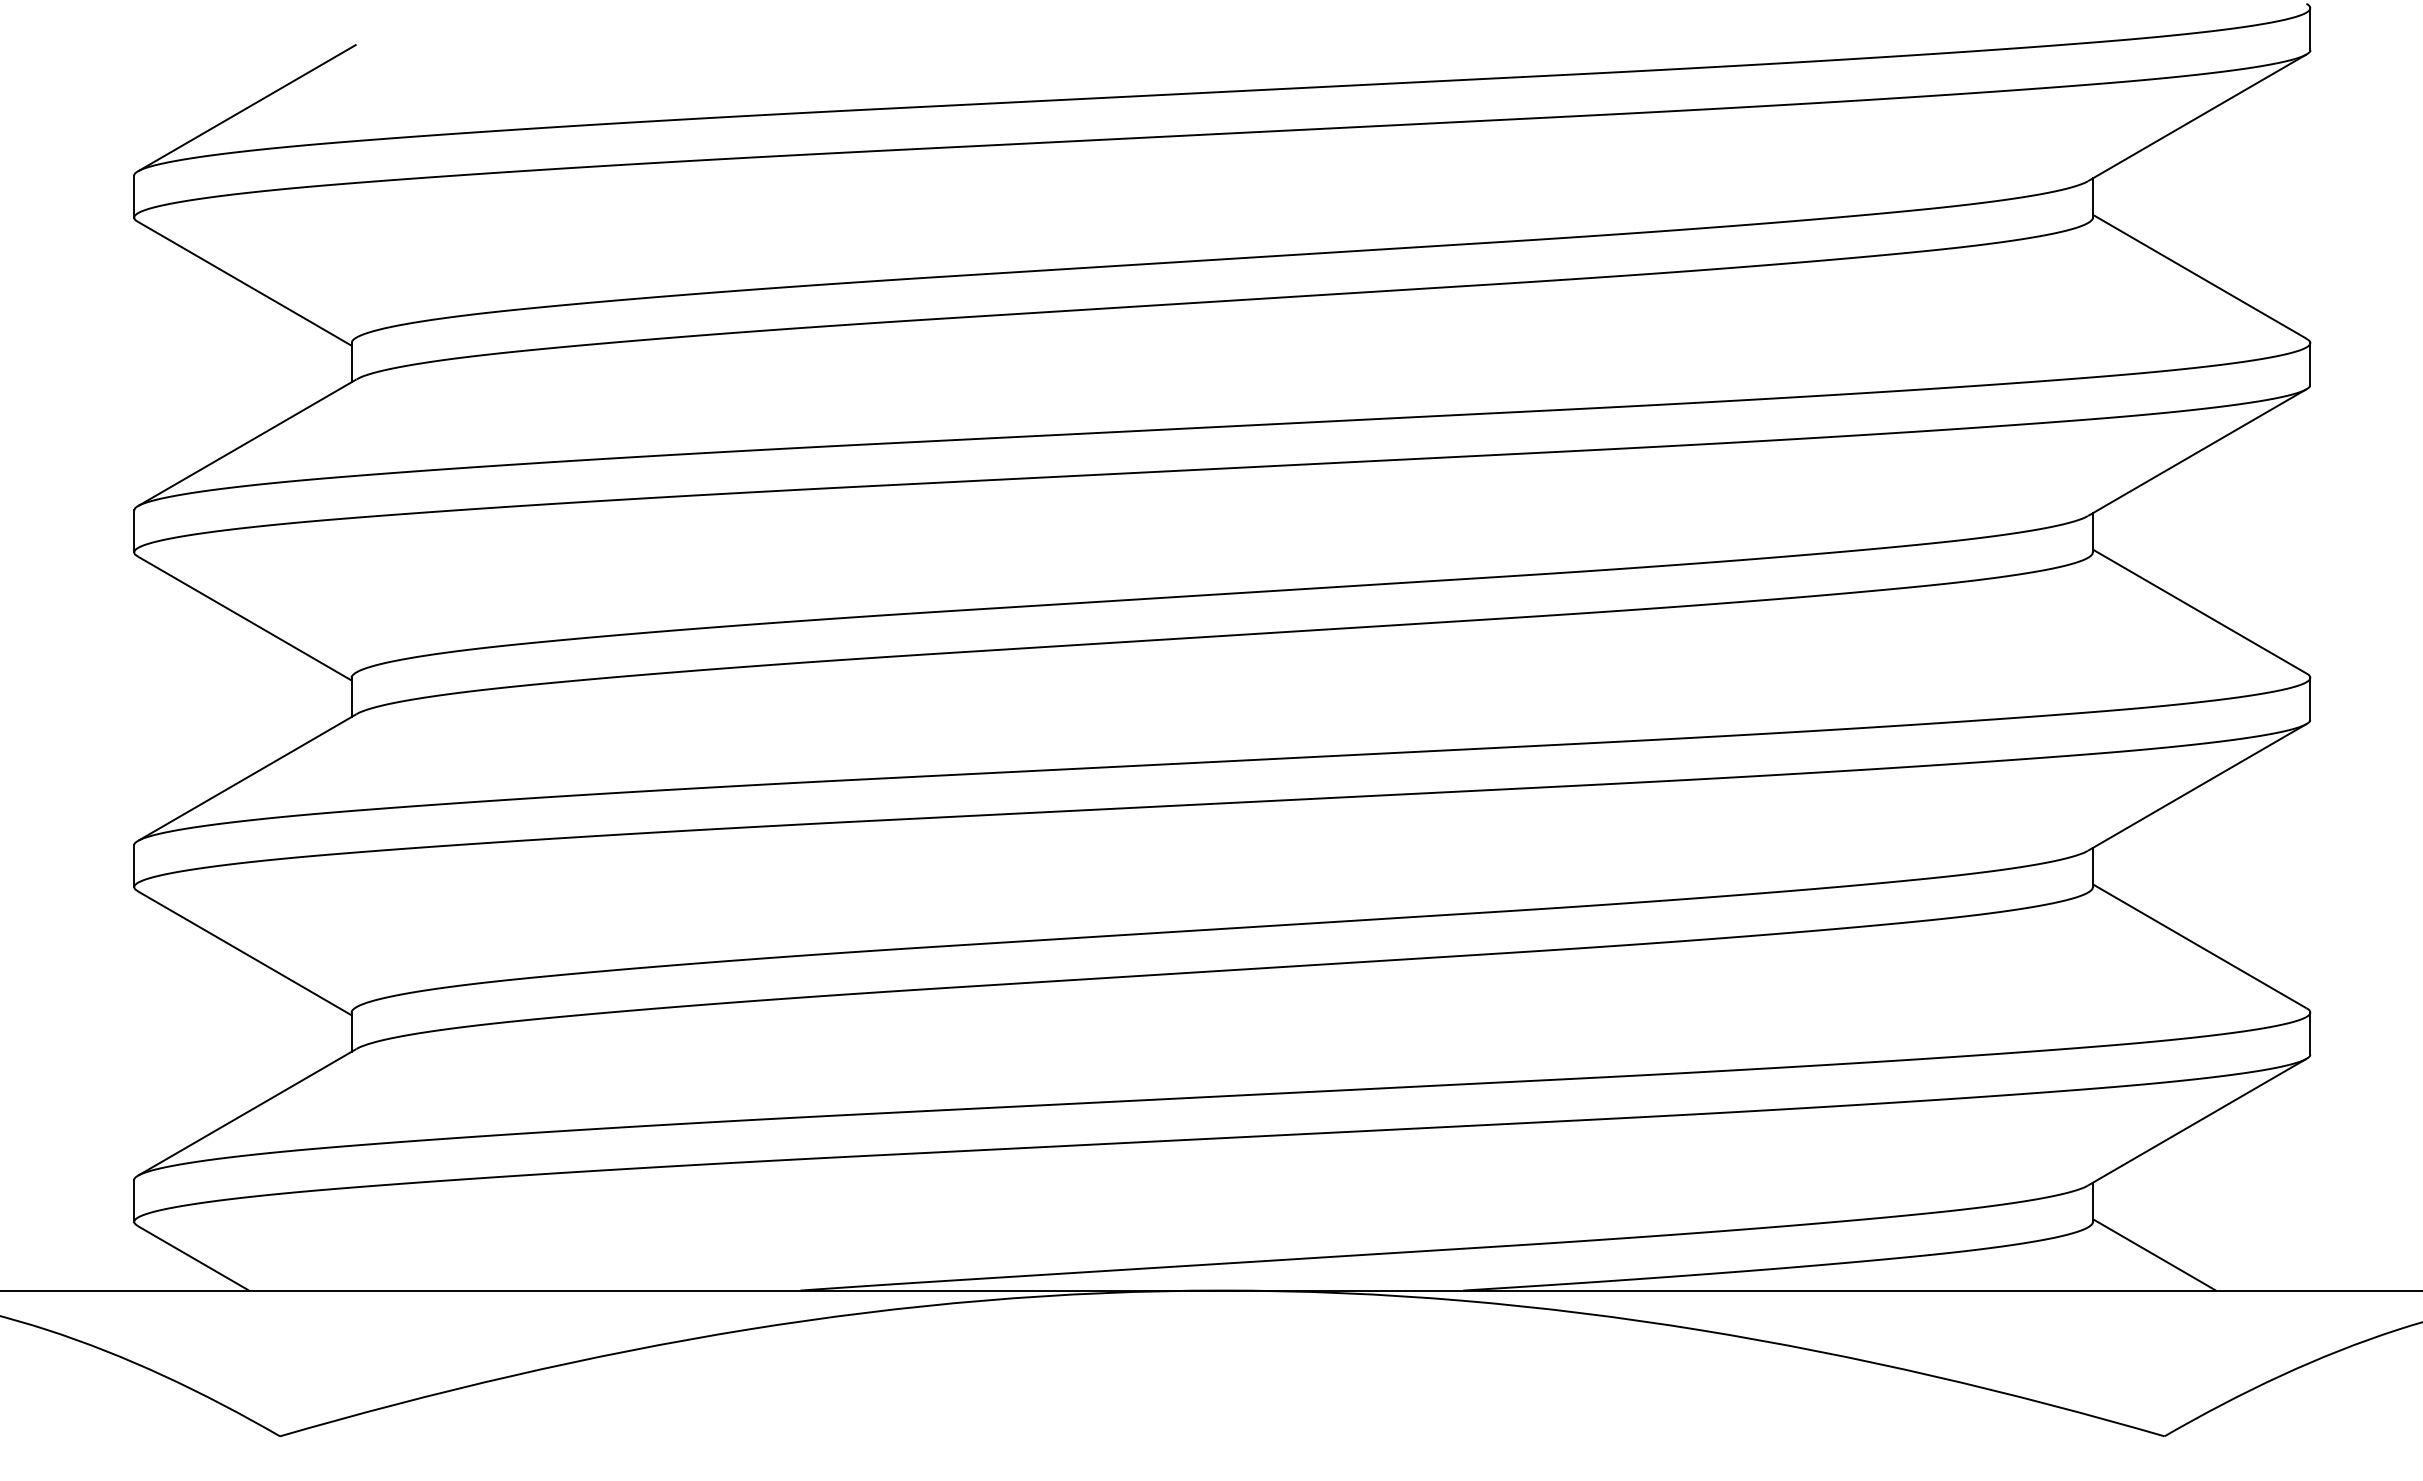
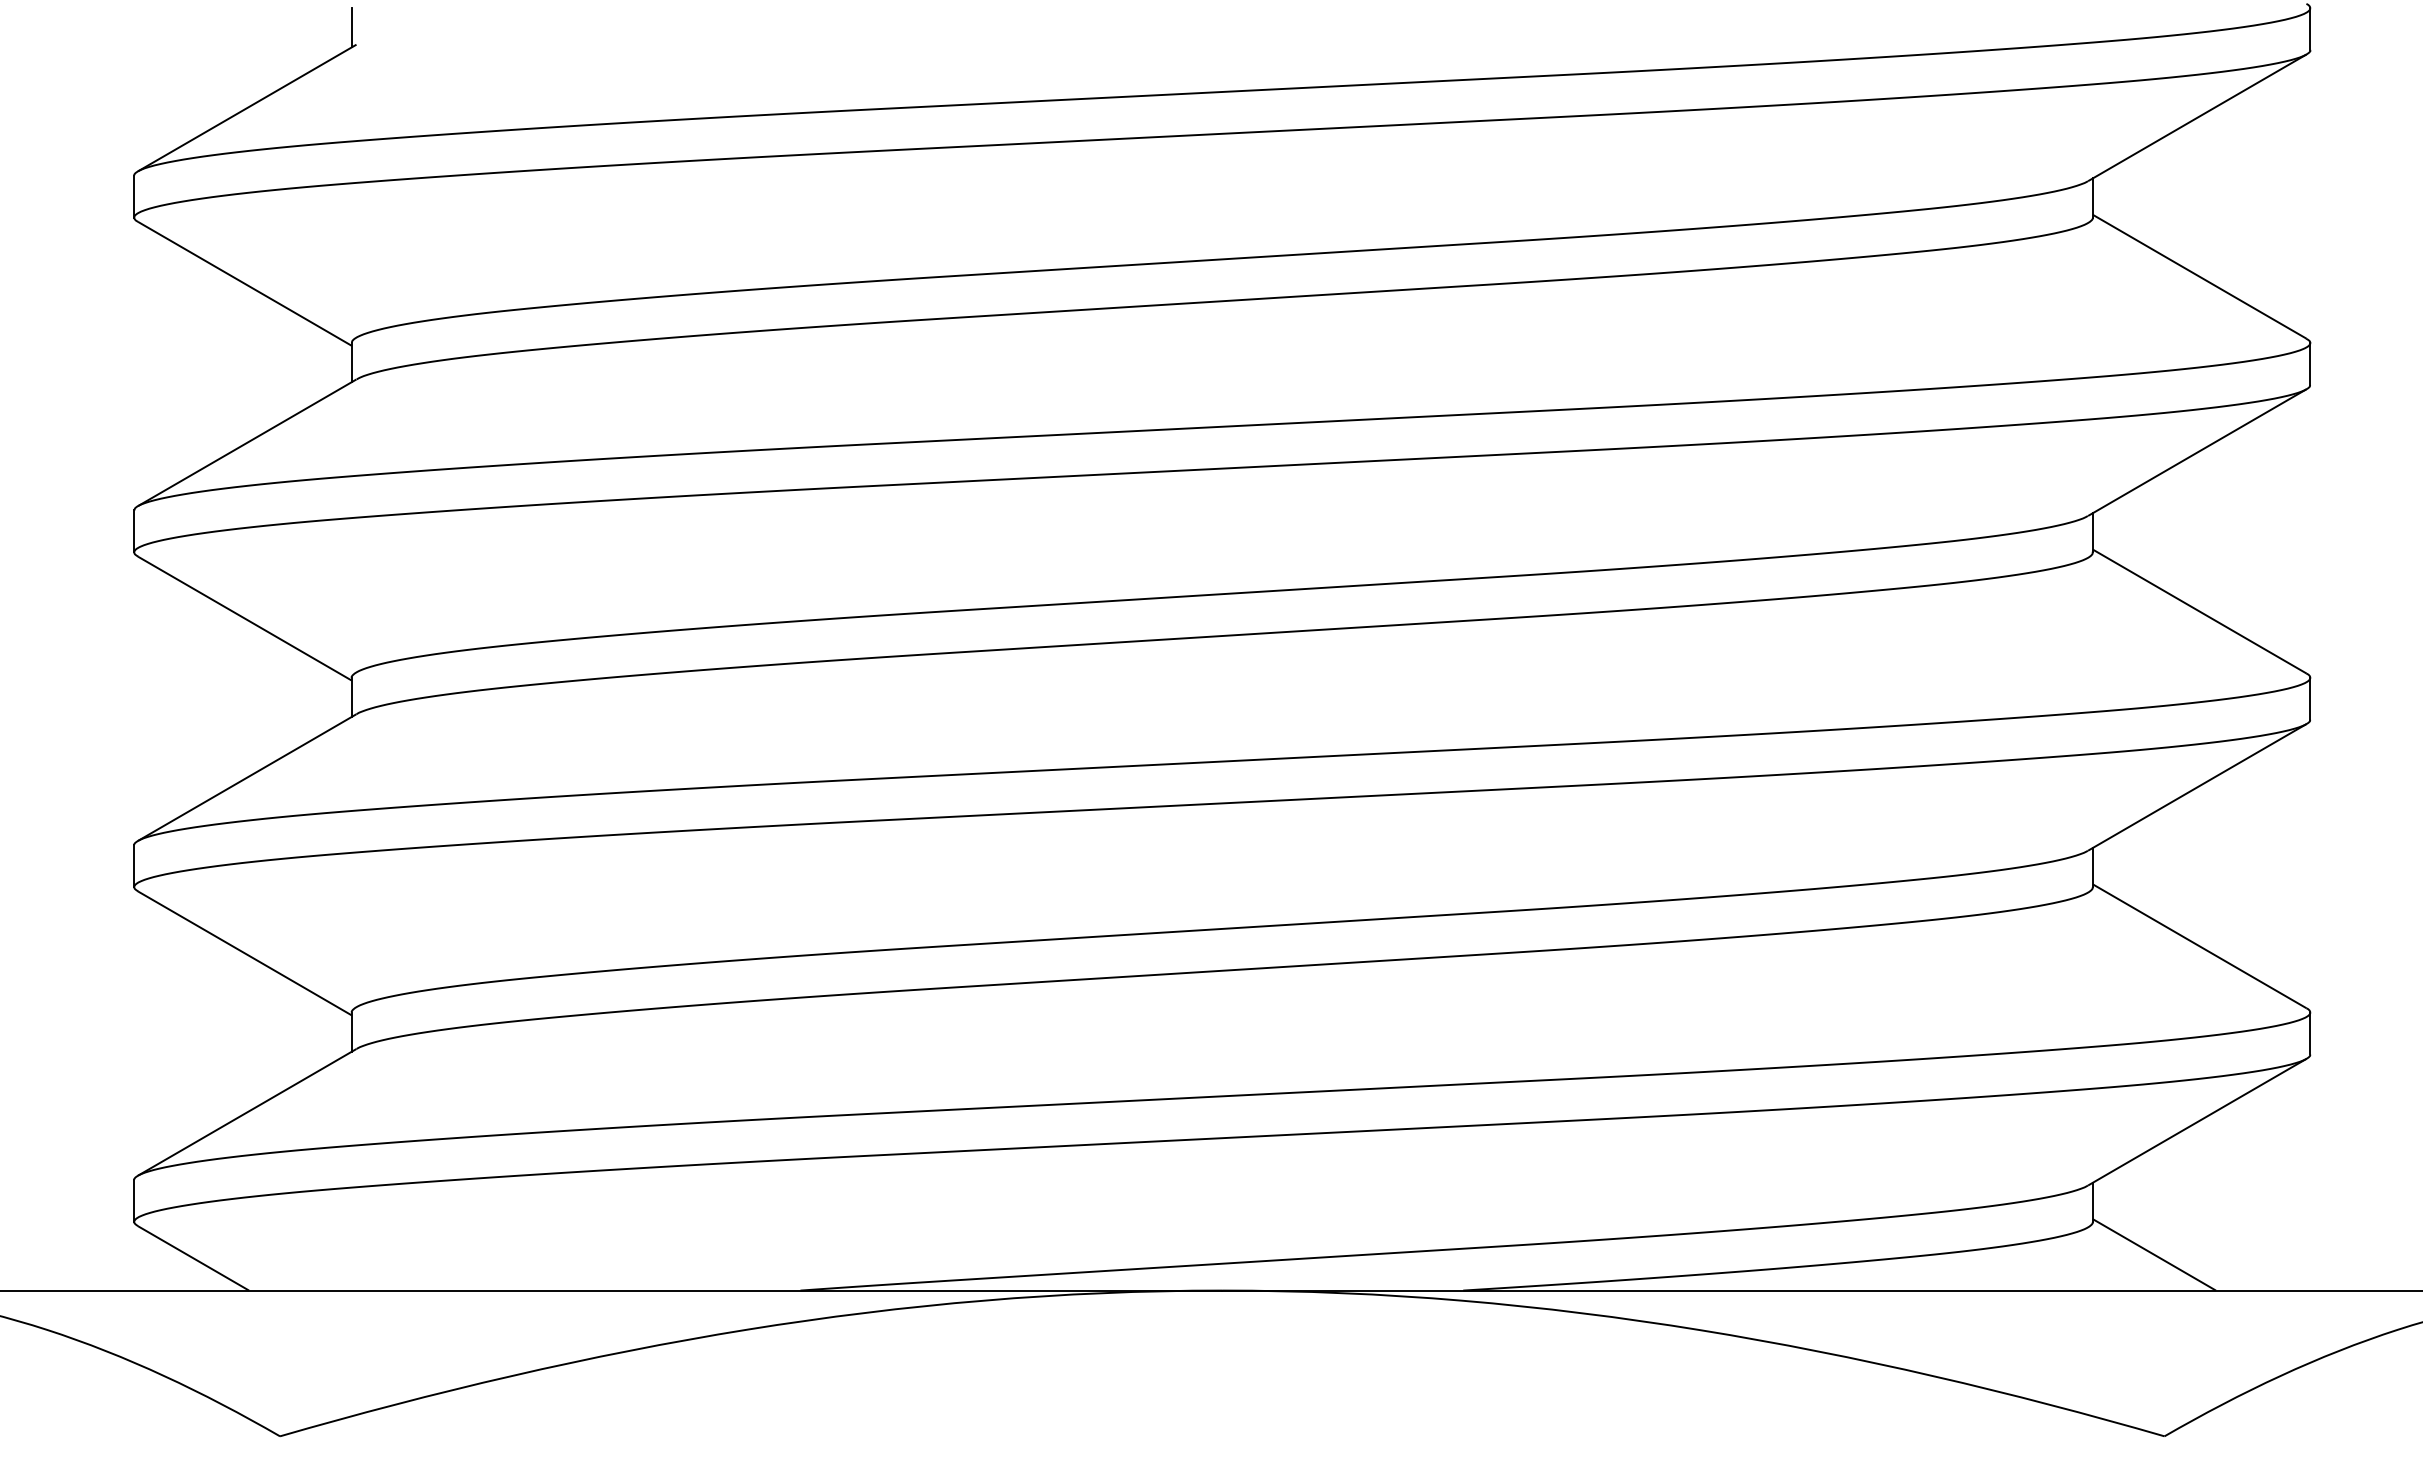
line at (351, 27): none -> present
